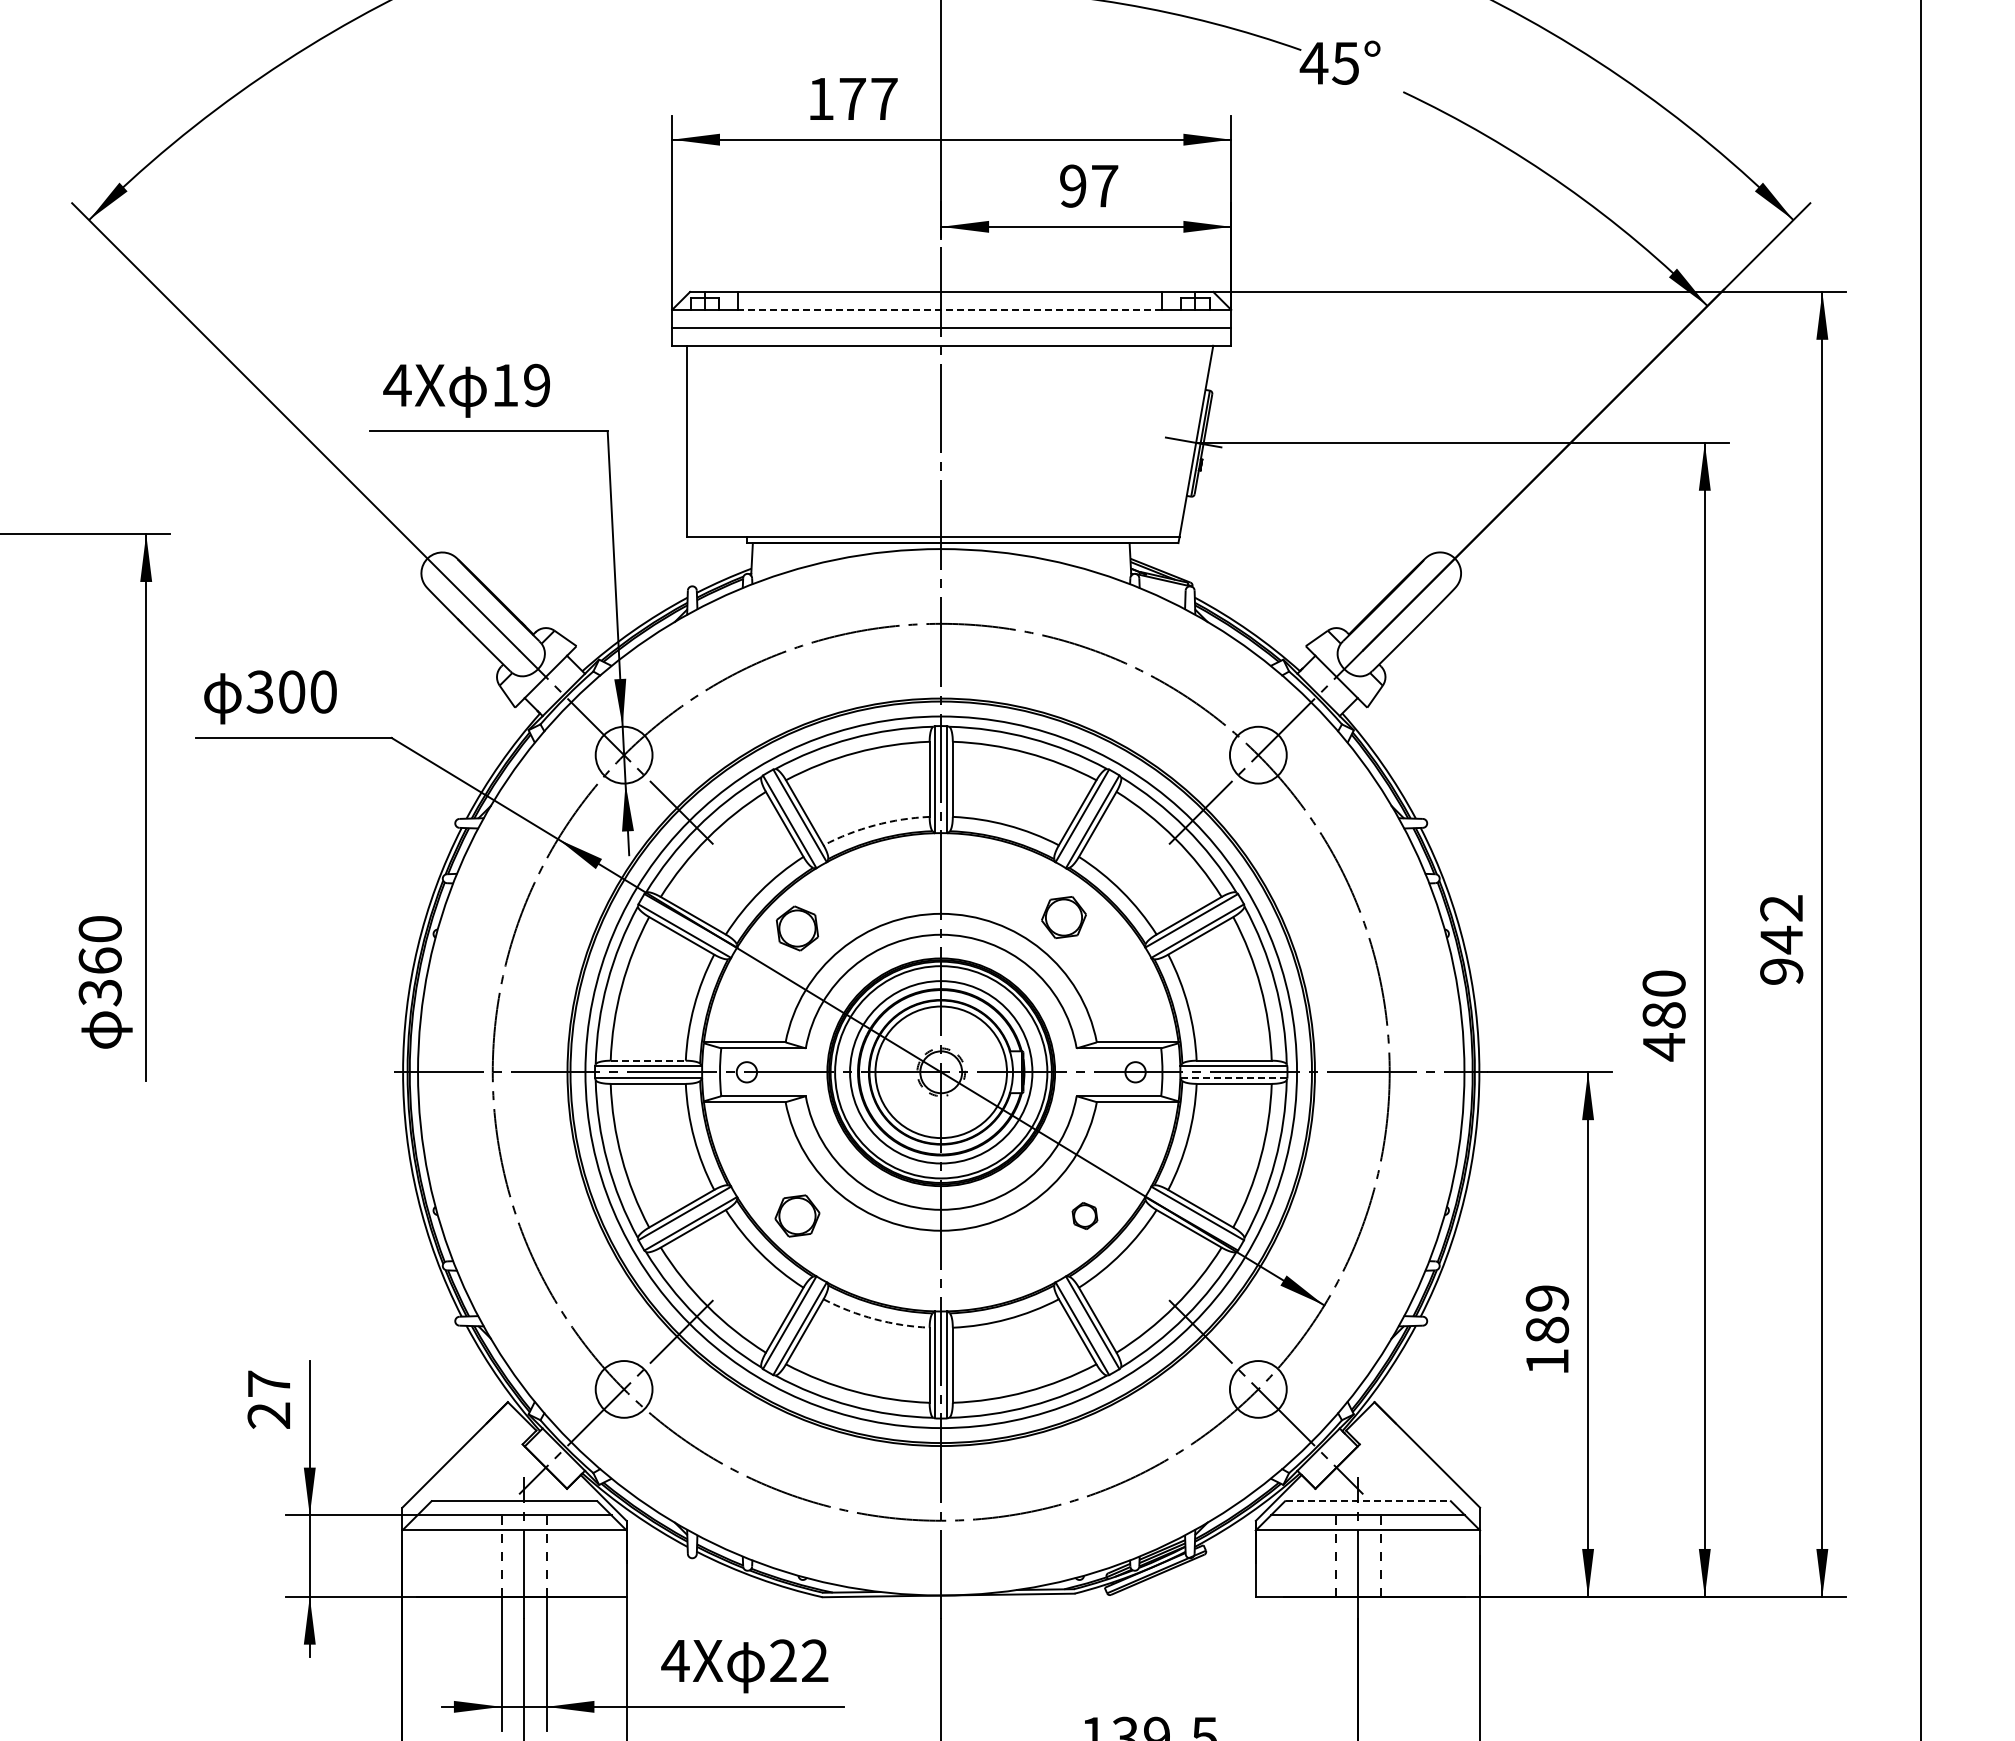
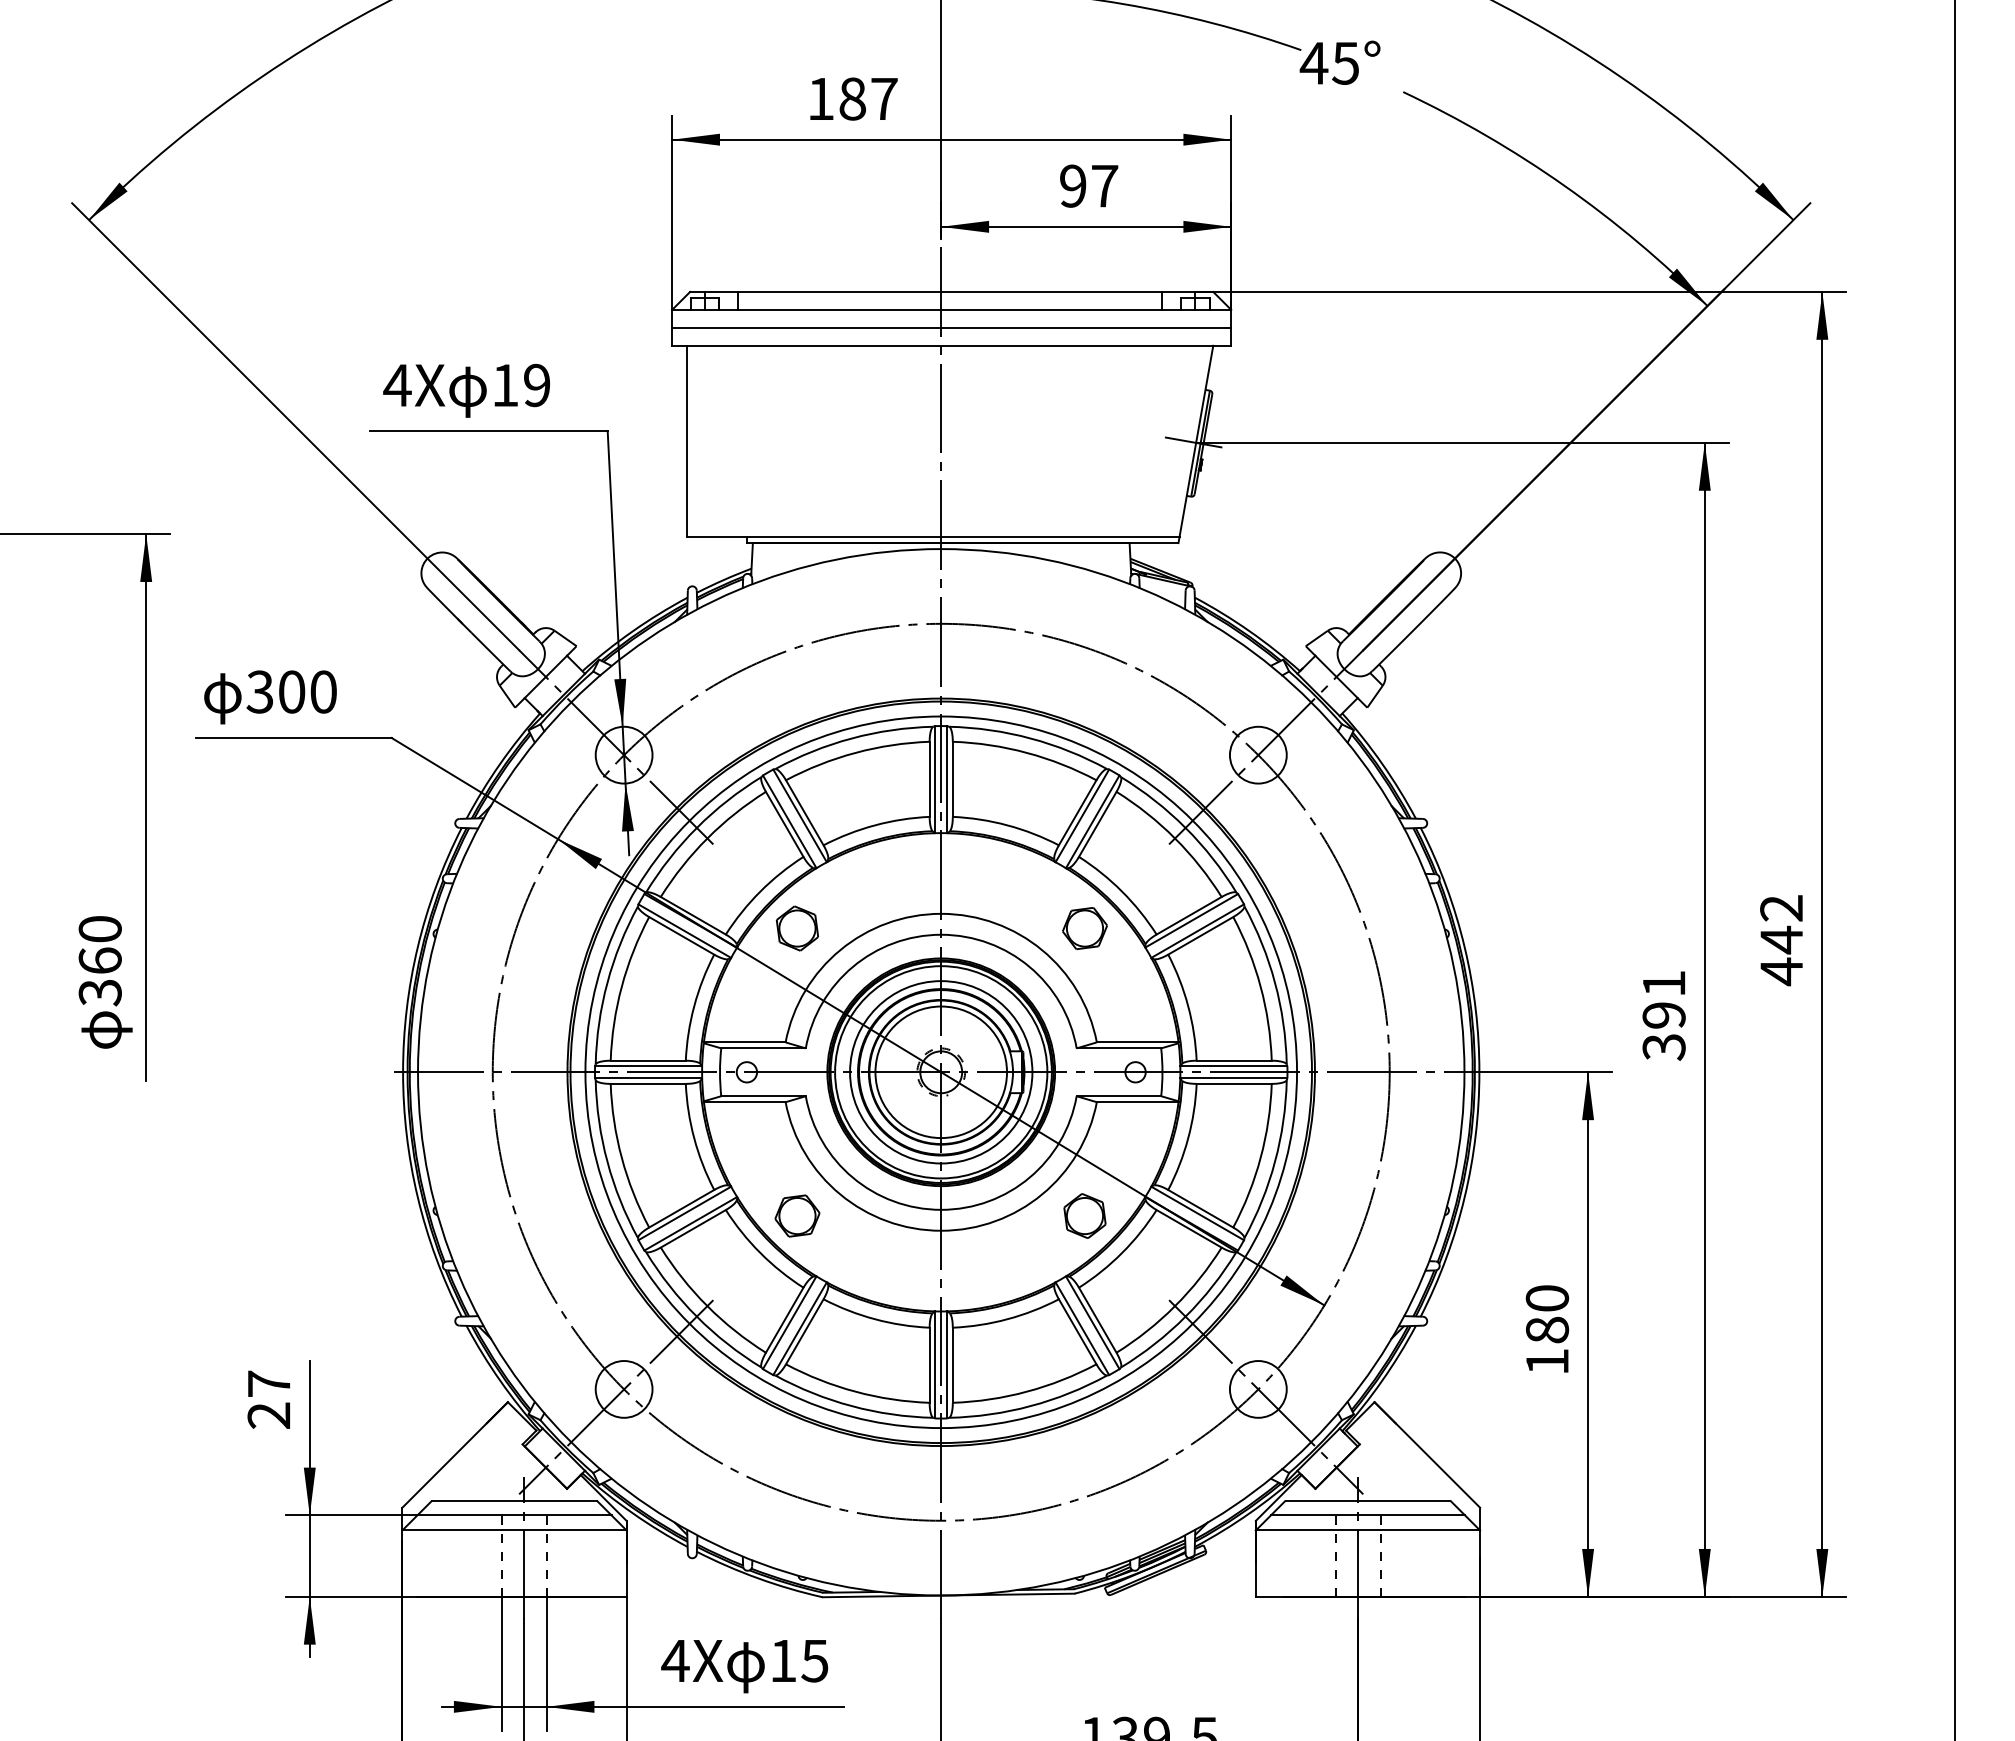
text at (852, 98): 177 -> 187
line at (949, 309): dashed -> solid
arc at (875, 825): dashed -> solid
line at (1920, 869) position: (1920, 869) -> (1954, 869)
part at (1063, 917) position: (1063, 917) -> (1084, 928)
text at (1781, 971): 942 -> 442
text at (1663, 1015): 480 -> 391
line at (648, 1060): dashed -> solid
line at (1233, 1078): dashed -> solid
part at (1084, 1215) size: 28x28 px -> 44x46 px
text at (1547, 1298): 189 -> 180
arc at (875, 1319): dashed -> solid
line at (1368, 1500): dashed -> solid
text at (799, 1660): 22 -> 15
